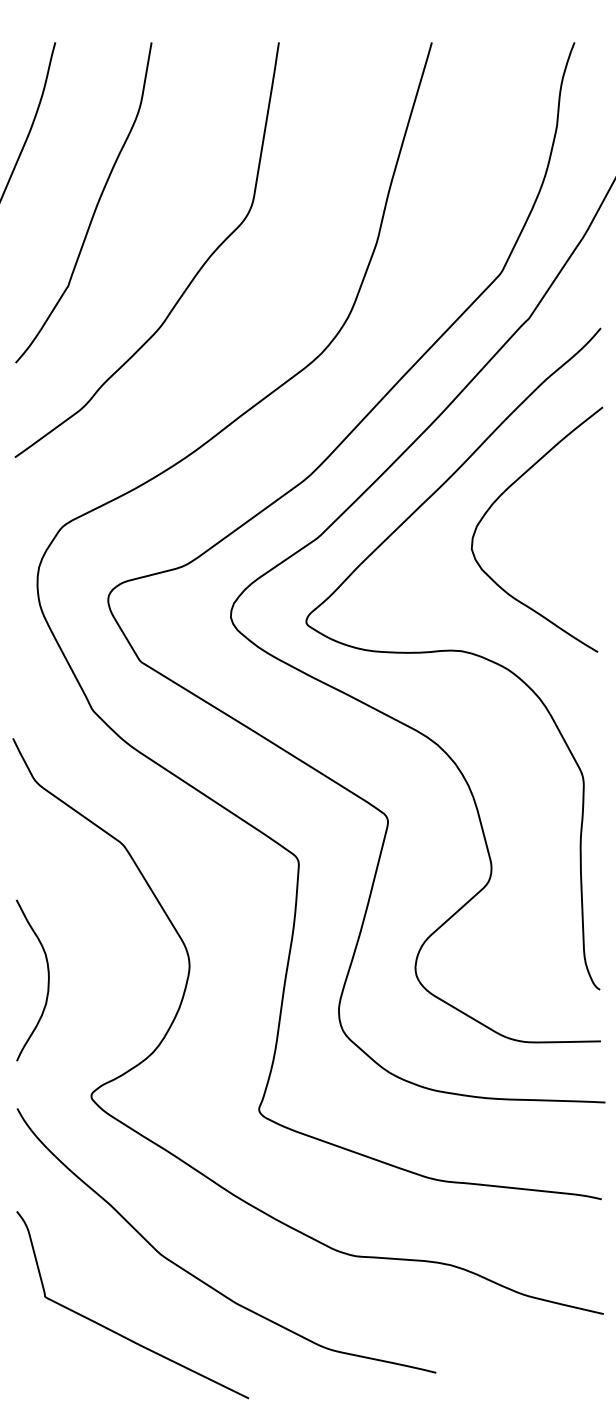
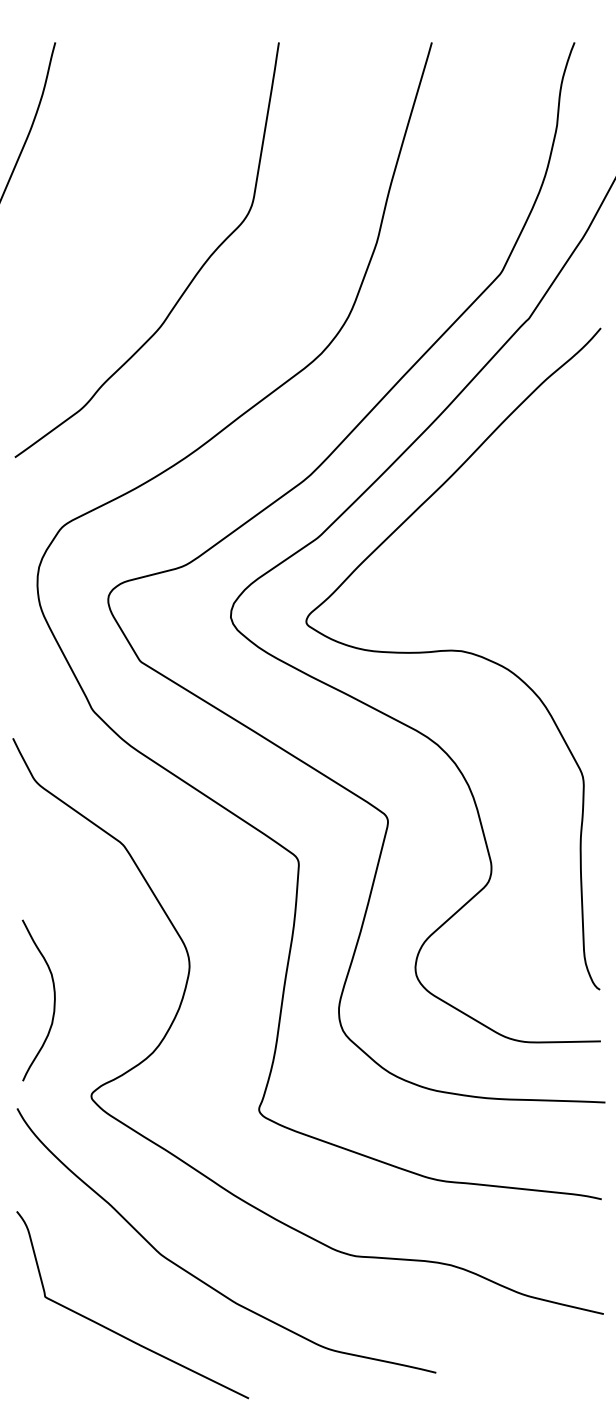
curve at (95, 206): present -> none
curve at (505, 492): present -> none
curve at (47, 981) position: (47, 981) -> (53, 1001)
